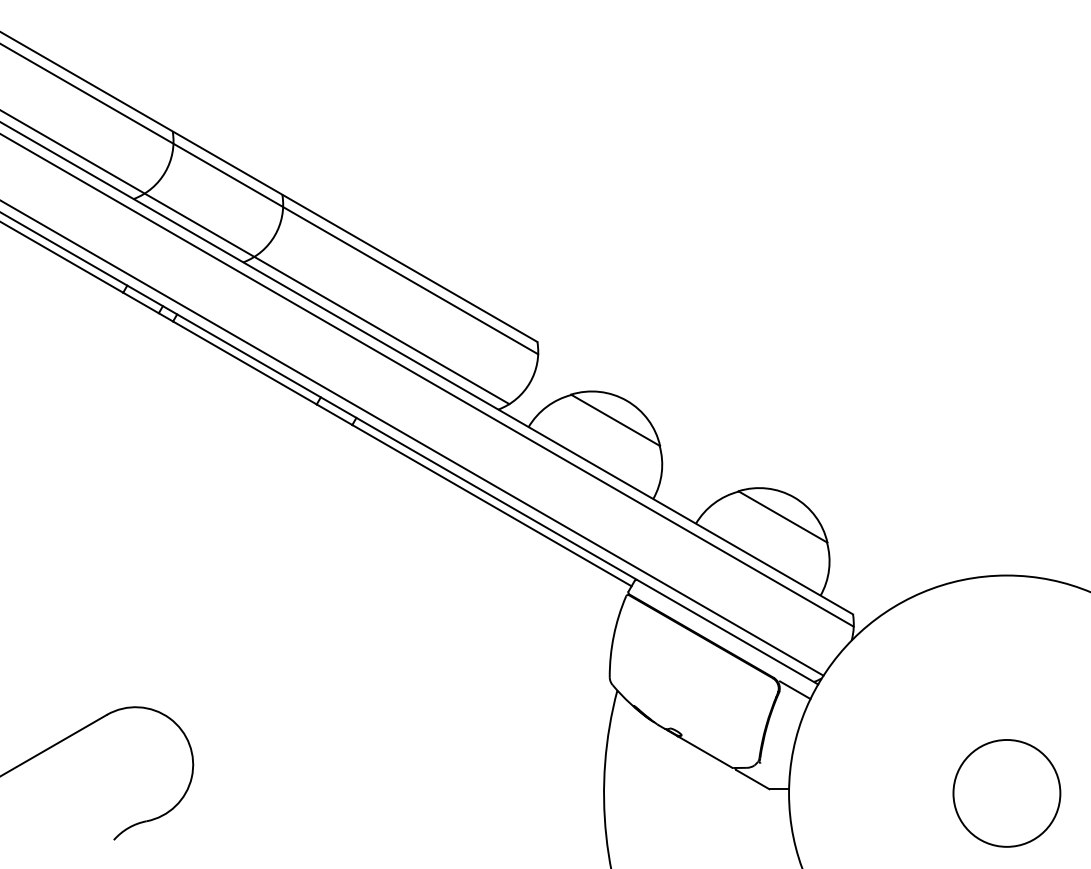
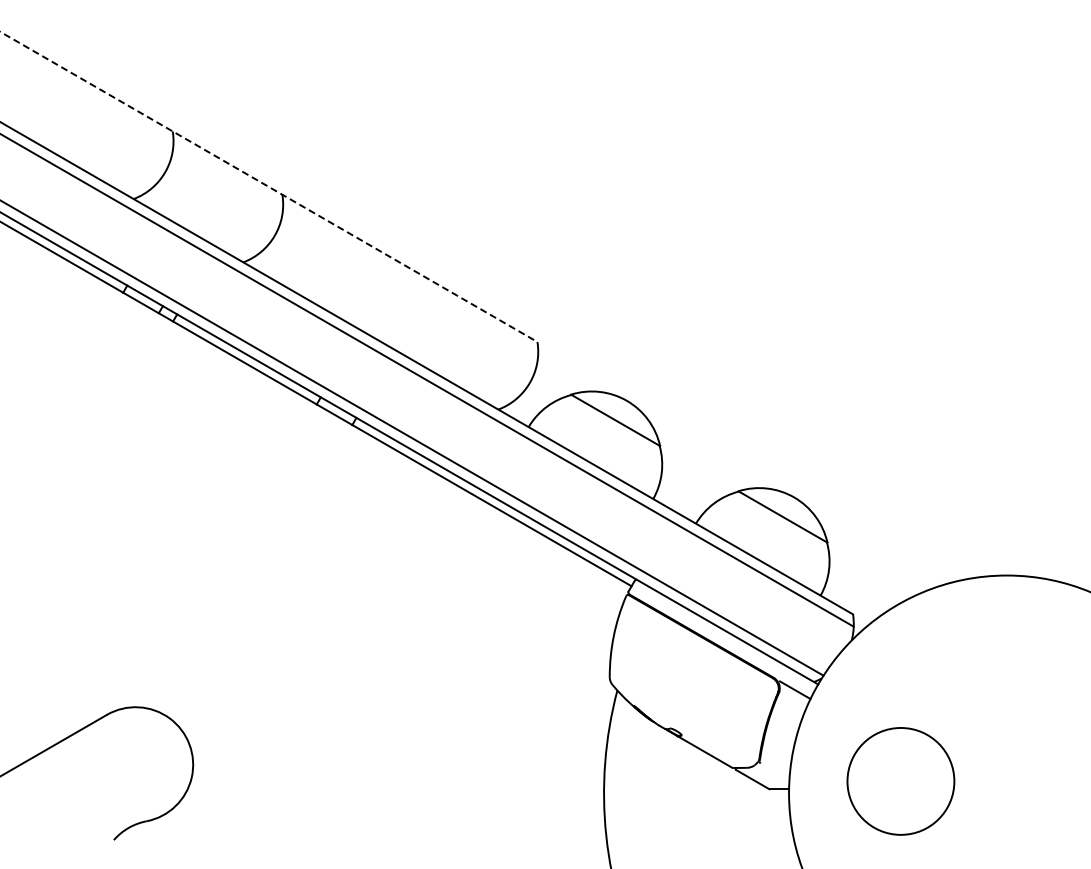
line at (268, 186): solid -> dashed
line at (270, 199): present -> none
line at (255, 257): present -> none
circle at (1006, 793) position: (1006, 793) -> (900, 781)
